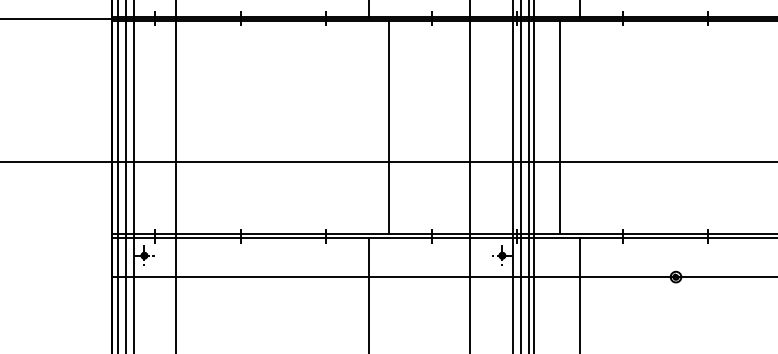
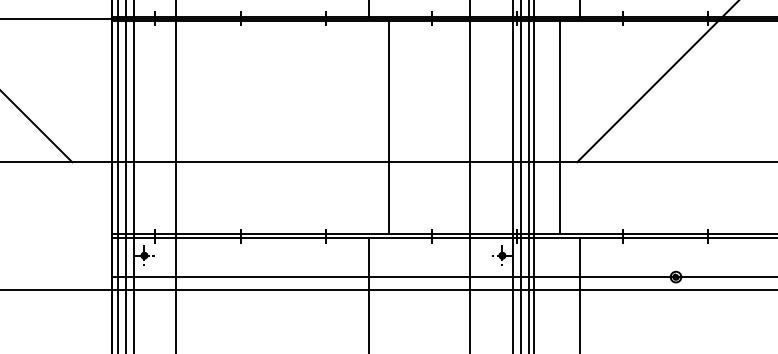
line at (657, 82): none -> present
line at (37, 127): none -> present
line at (388, 290): none -> present
